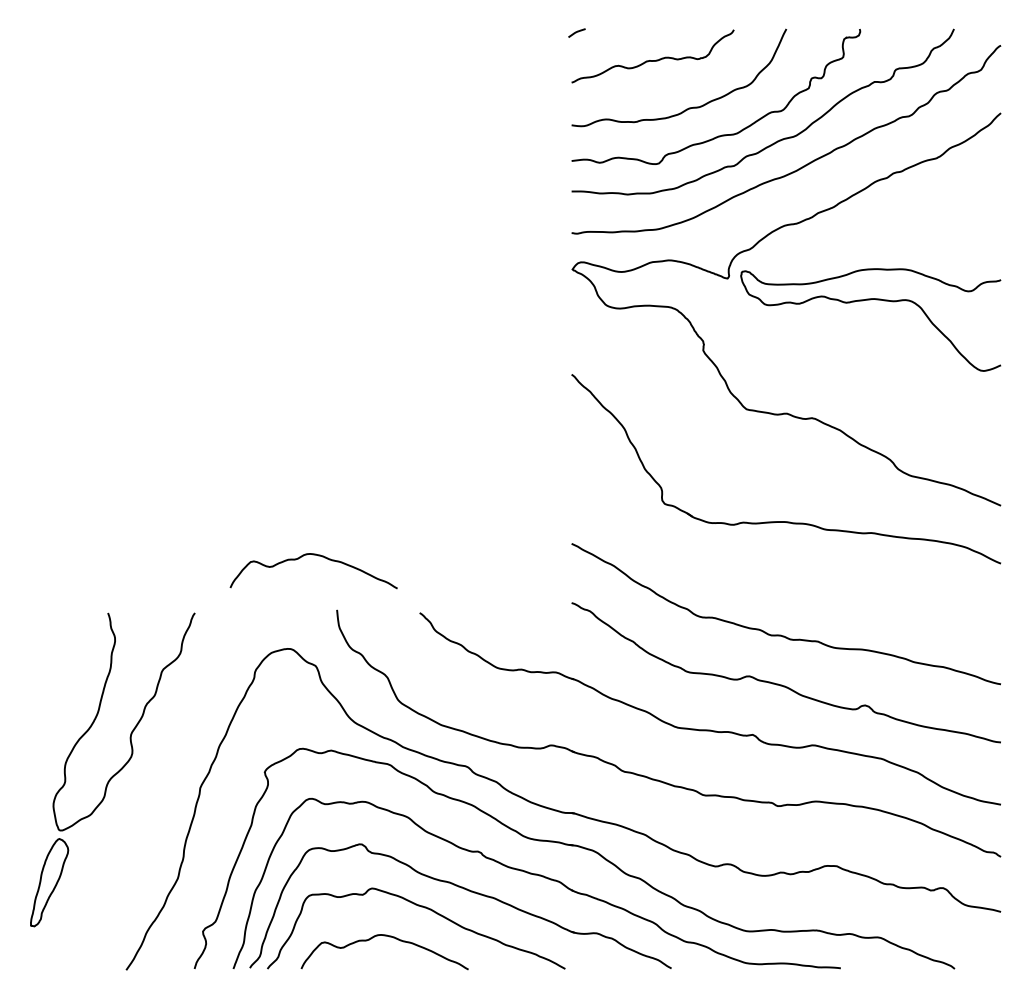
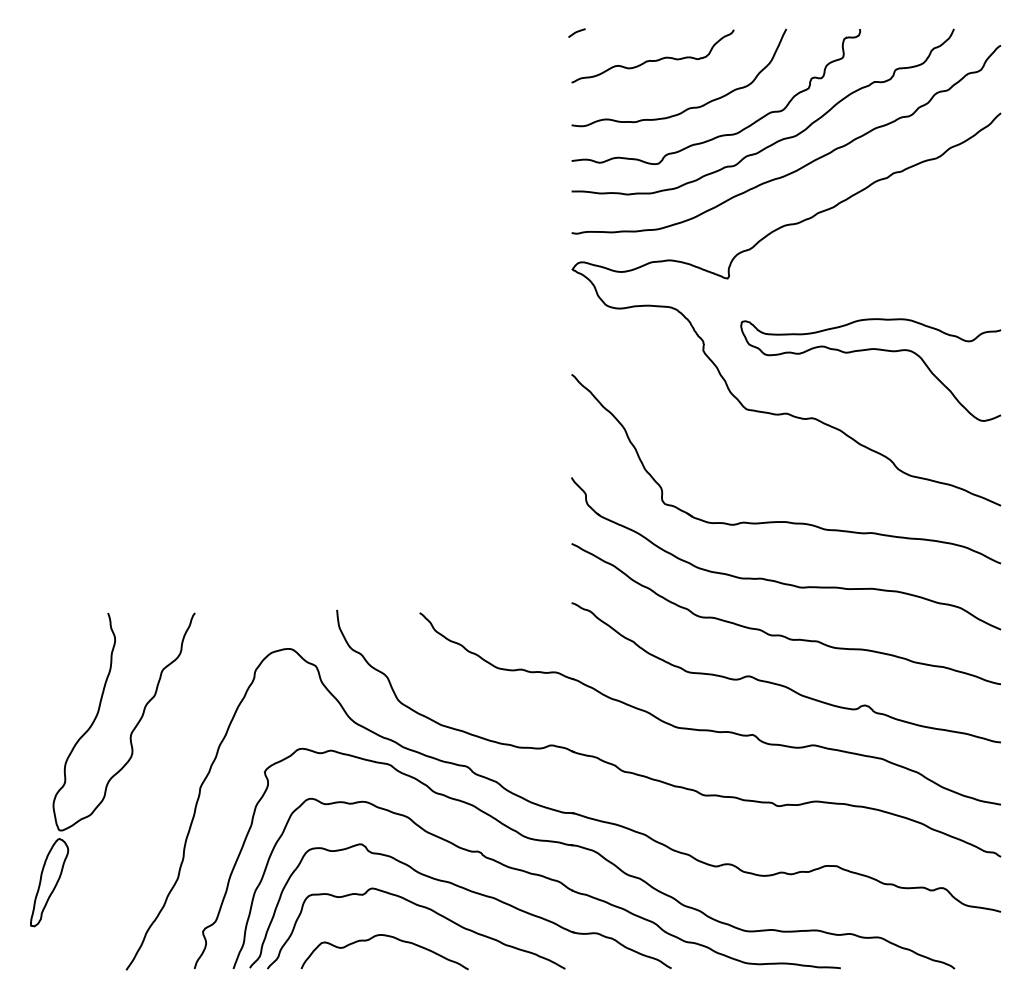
curve at (870, 300) position: (870, 300) -> (870, 350)
curve at (318, 556): present -> none
part at (776, 580): none -> present
